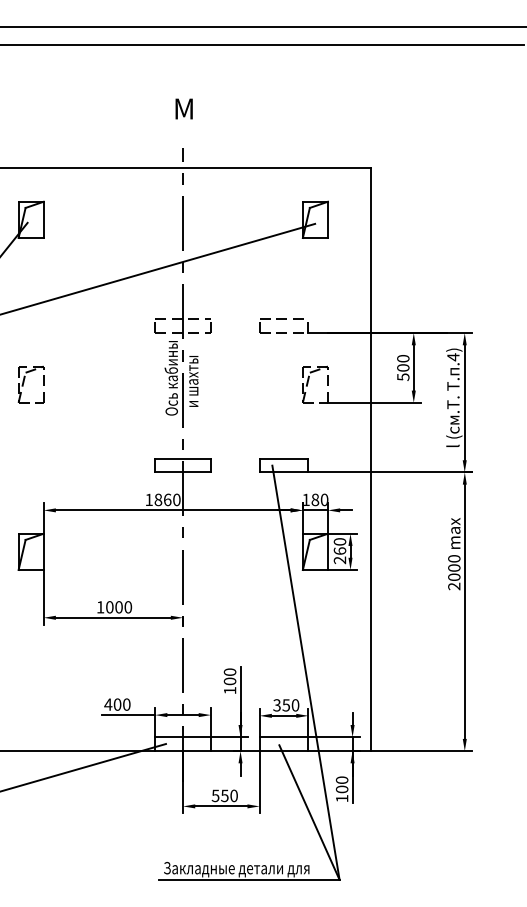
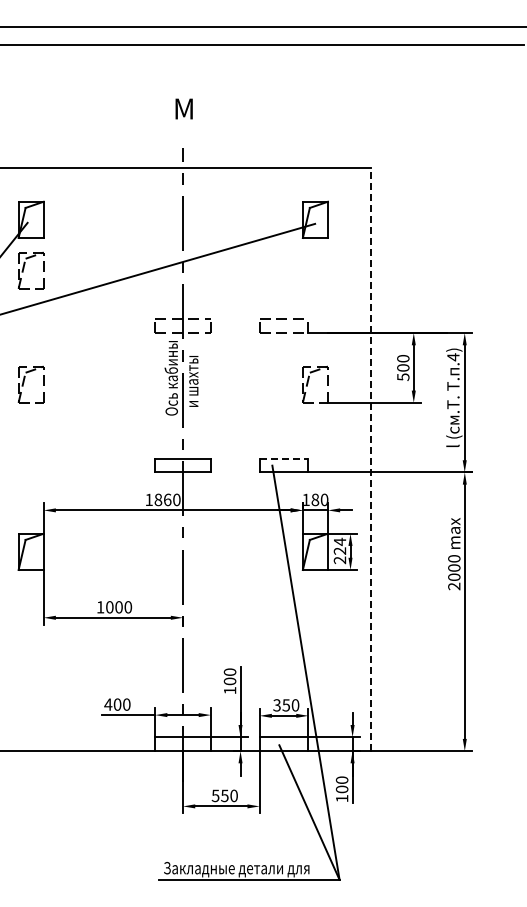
part at (24, 268): none -> present
line at (284, 458): solid -> dashed
line at (371, 459): solid -> dashed
text at (339, 545): 260 -> 224
line at (83, 767): present -> none
